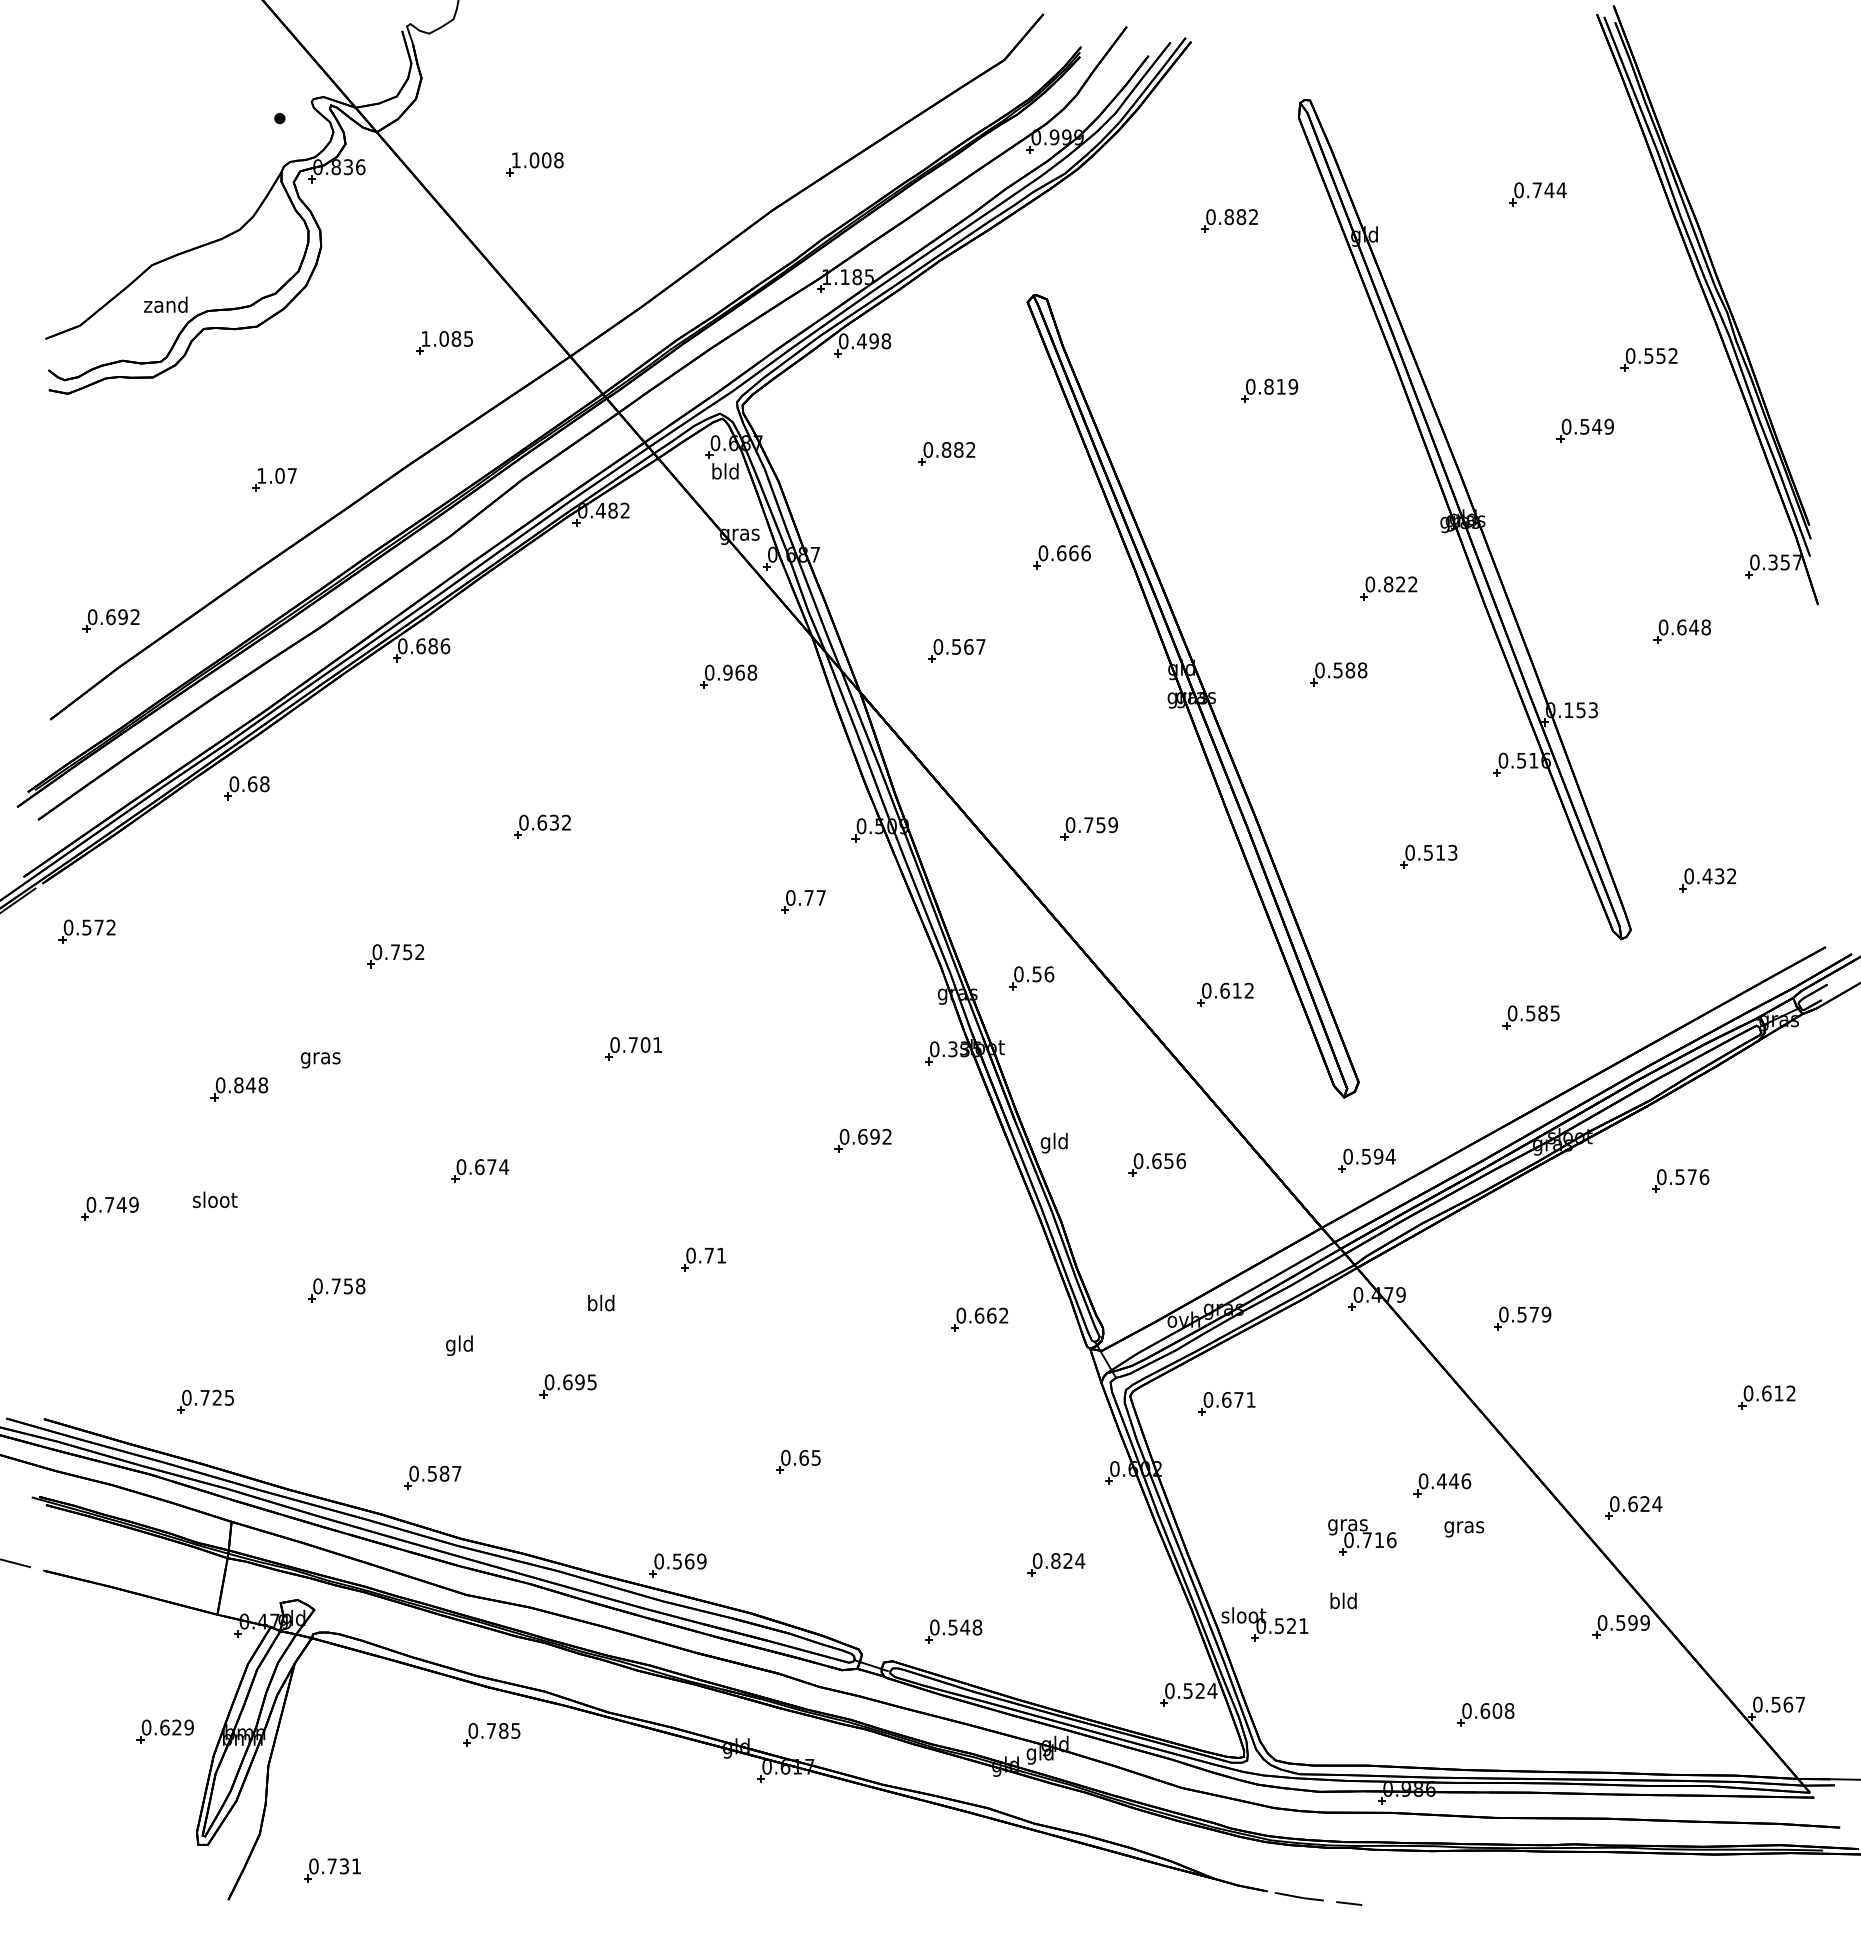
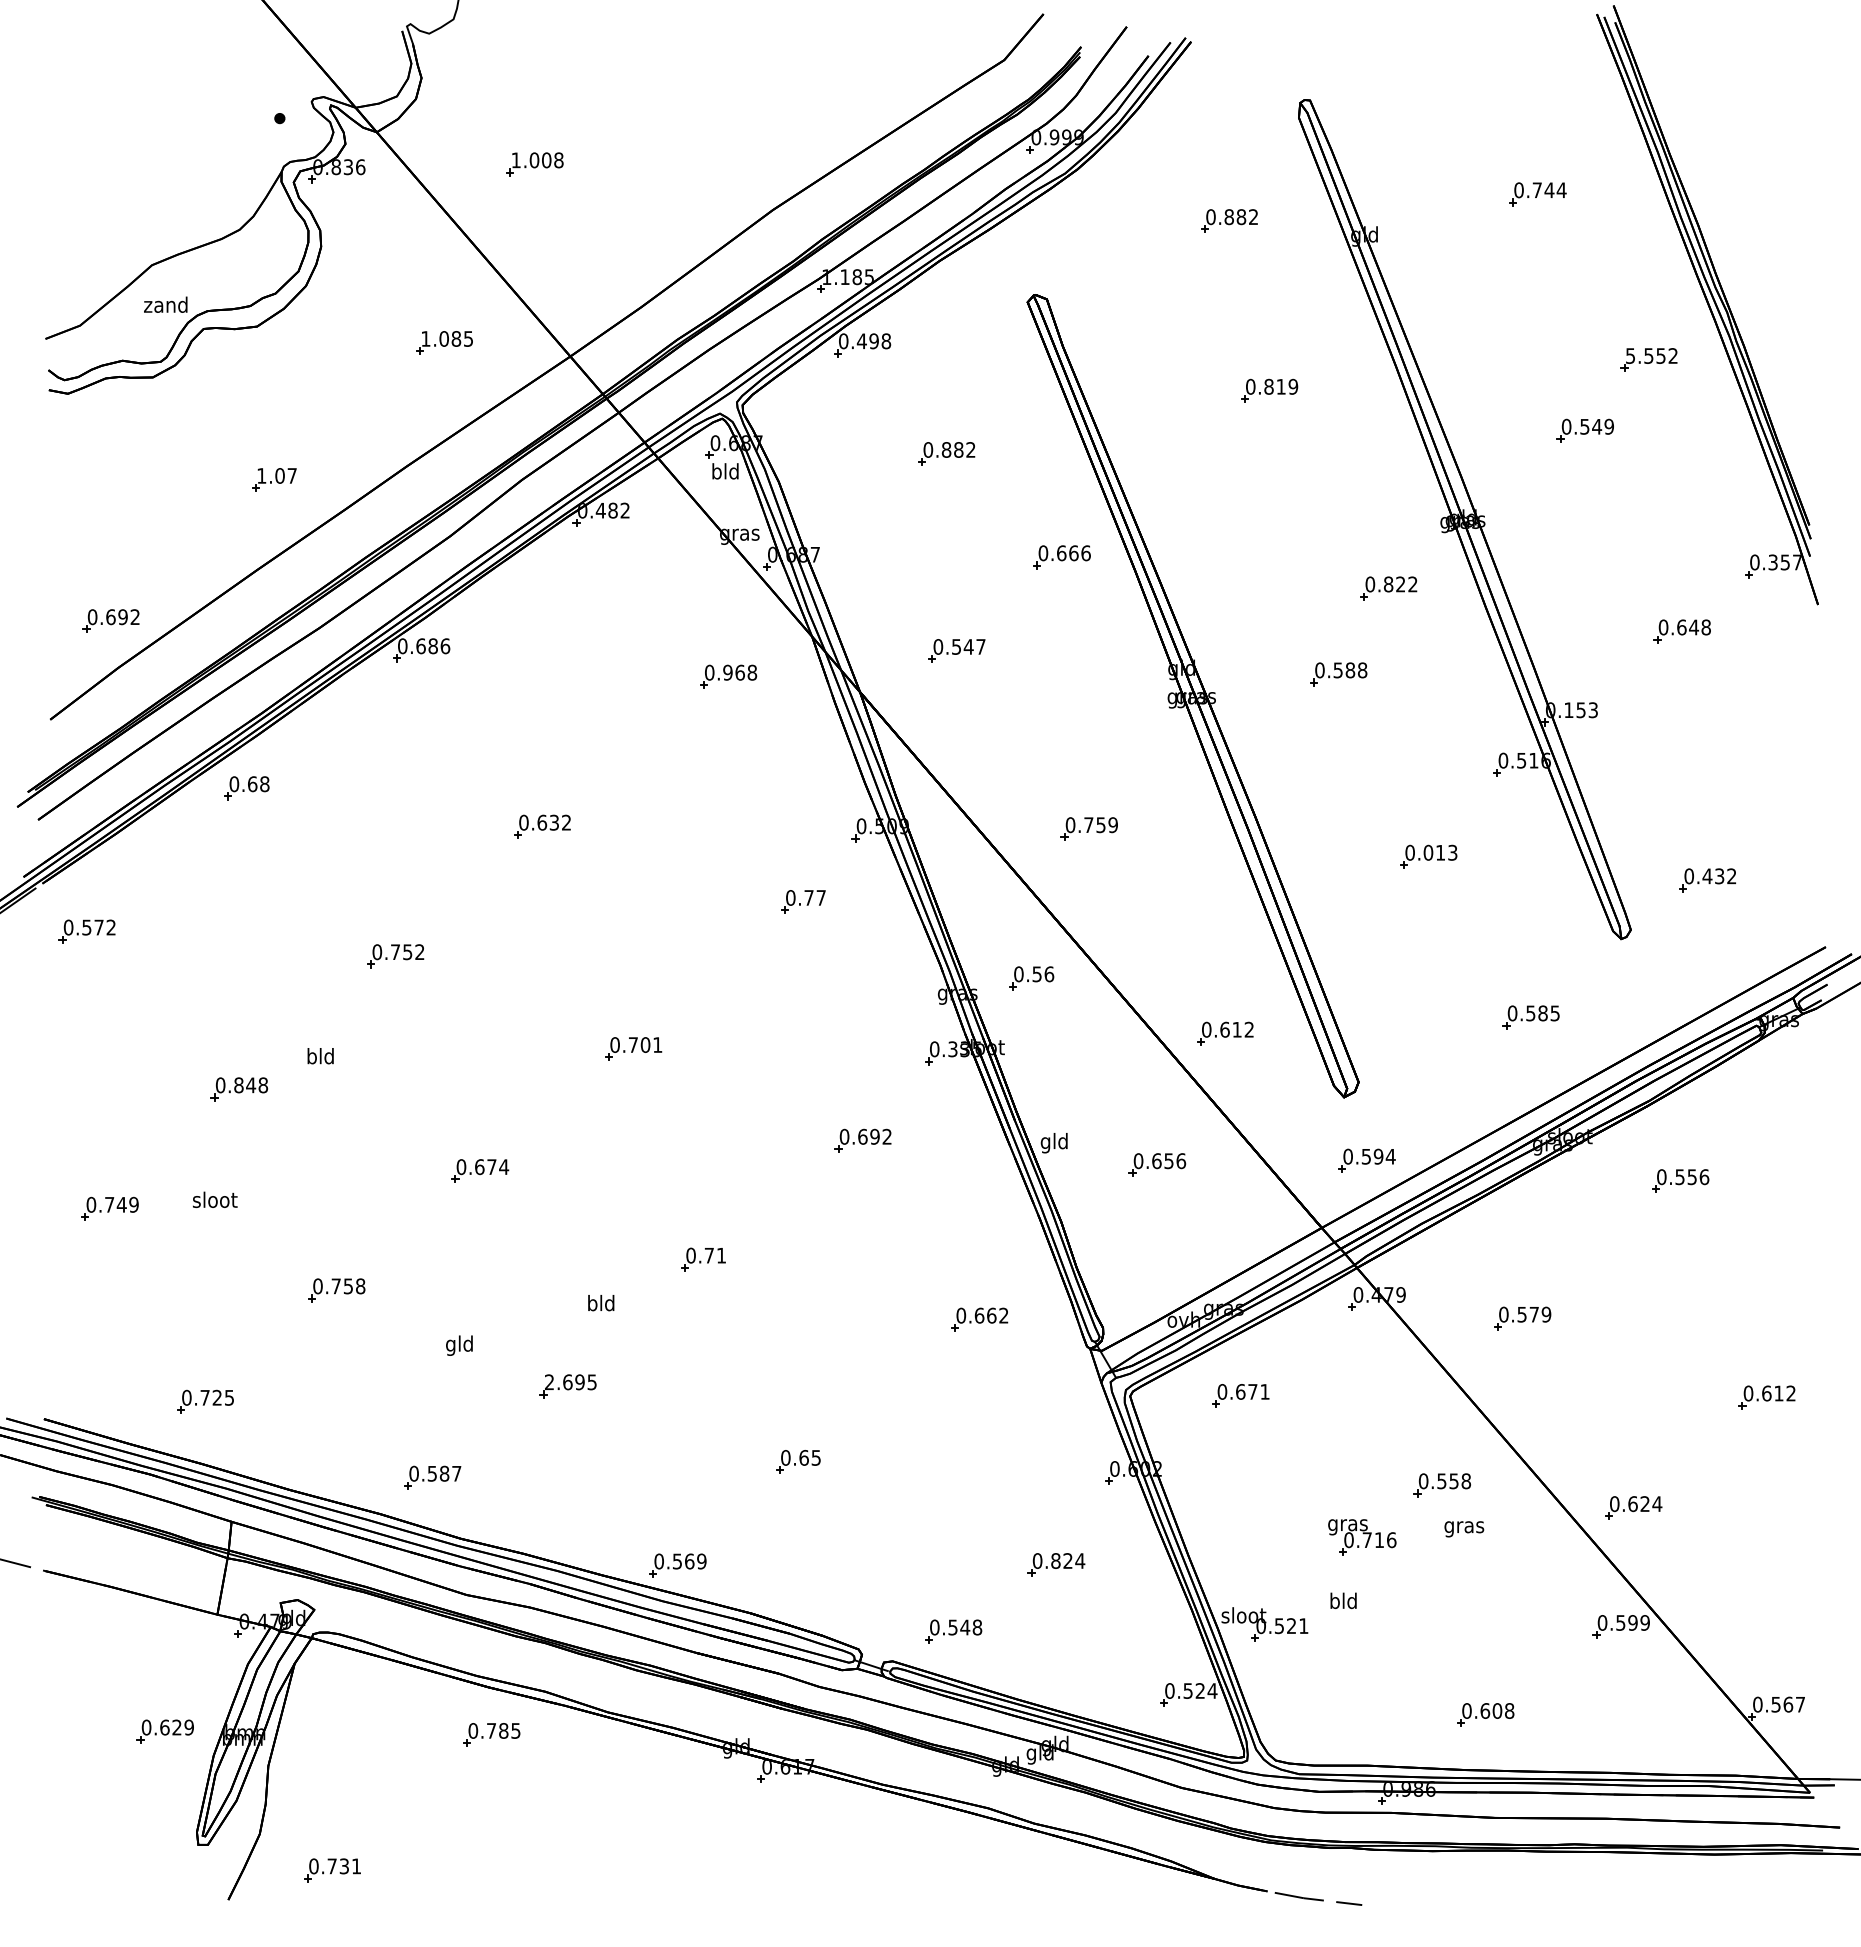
text at (1630, 355): 0.552 -> 5.552
text at (968, 646): 0.567 -> 0.547
text at (1428, 852): 0.513 -> 0.013
part at (1225, 994) position: (1225, 994) -> (1225, 1033)
text at (320, 1058): gras -> bld
text at (1691, 1177): 0.576 -> 0.556
text at (549, 1382): 0.695 -> 2.695
part at (1226, 1403) position: (1226, 1403) -> (1240, 1395)
text at (1453, 1481): 0.446 -> 0.558
